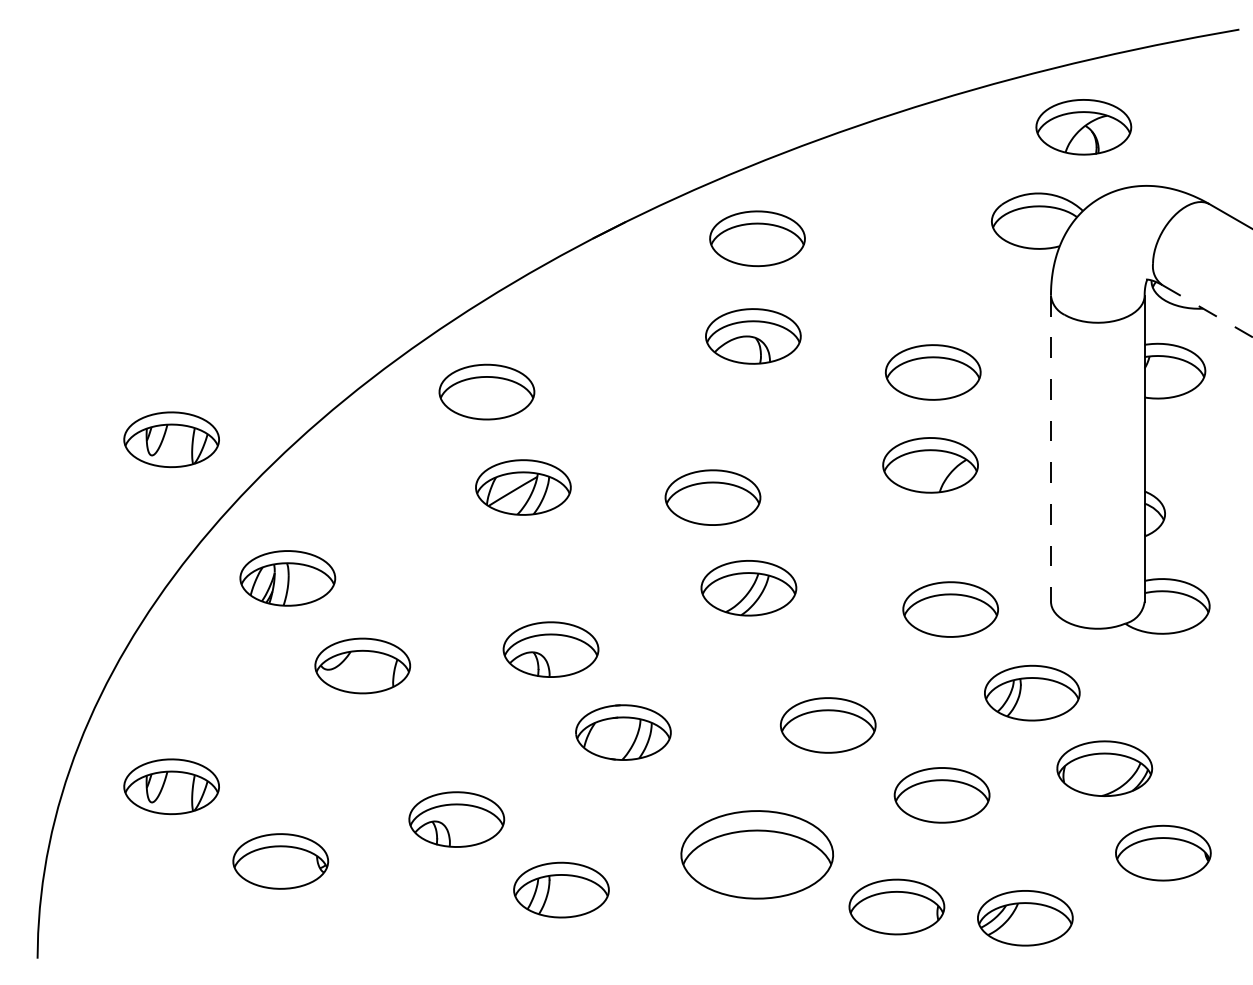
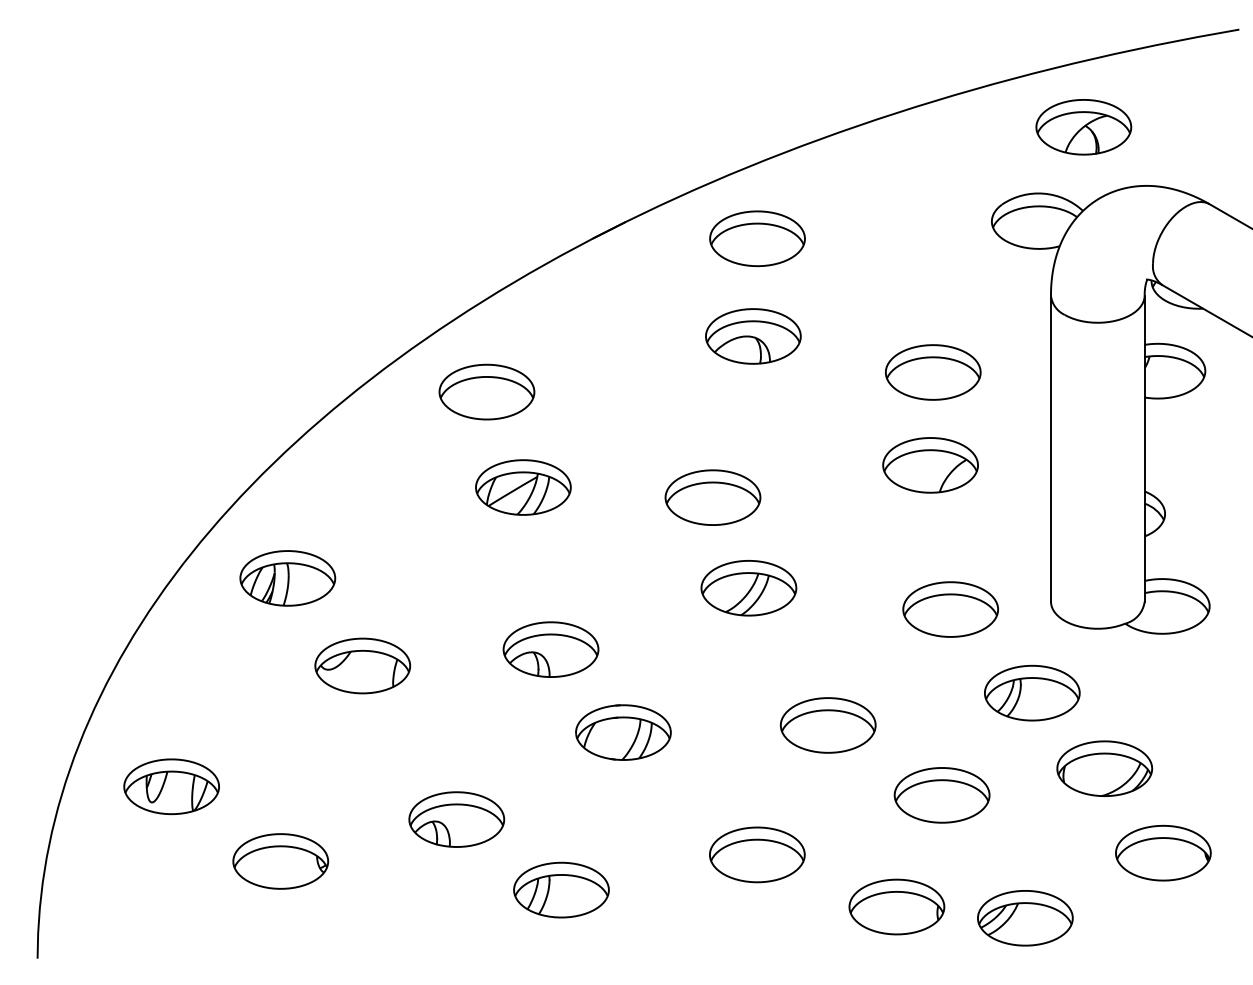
line at (1207, 311): dashed -> solid
part at (171, 439): present -> none
line at (1050, 448): dashed -> solid
part at (757, 854) size: 155x90 px -> 97x58 px
